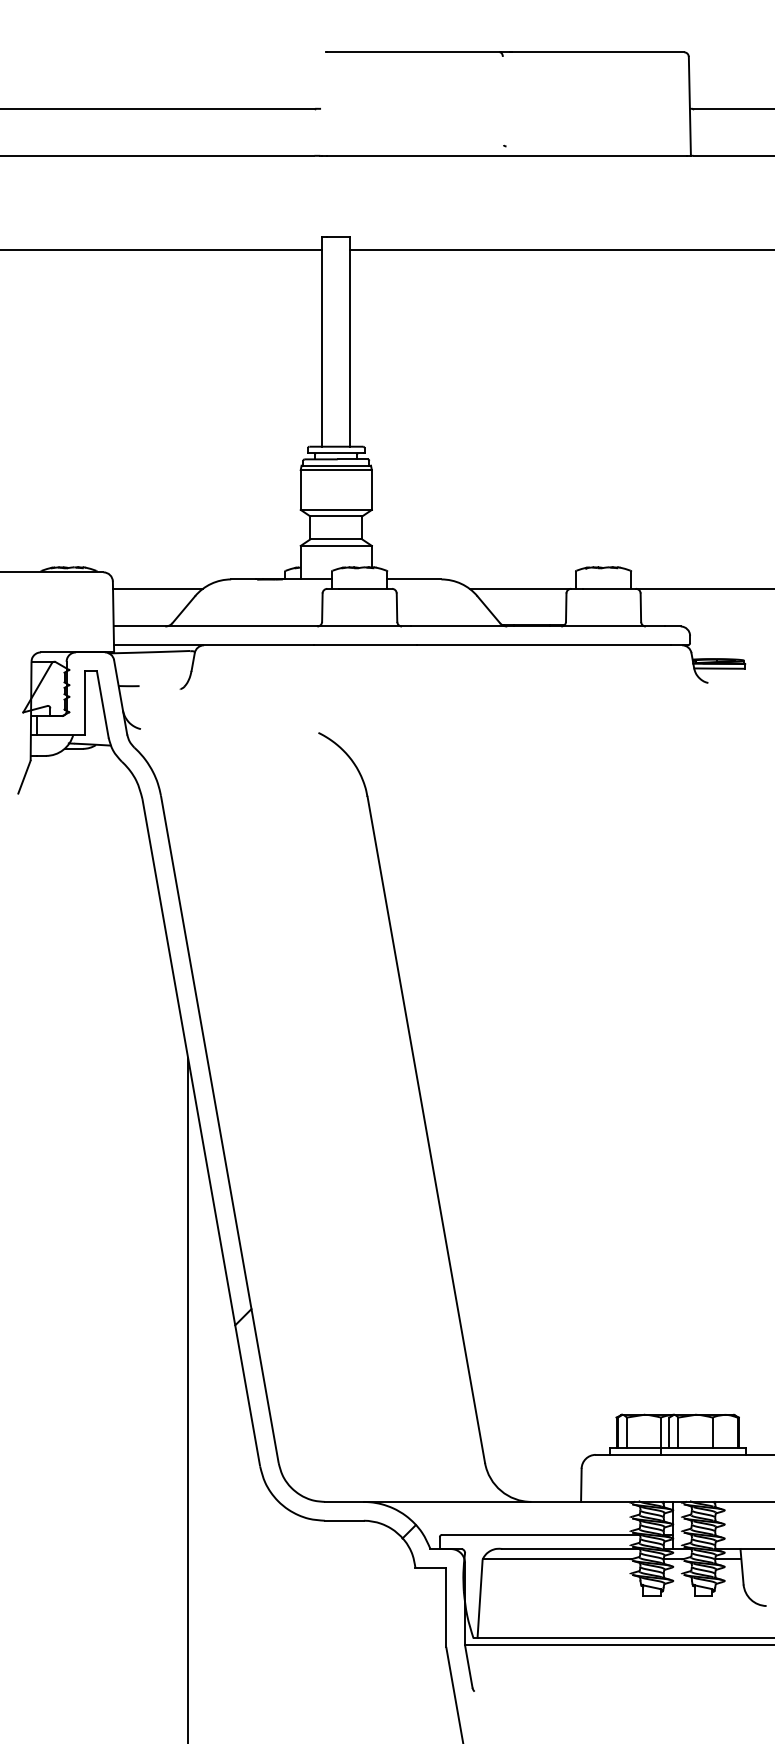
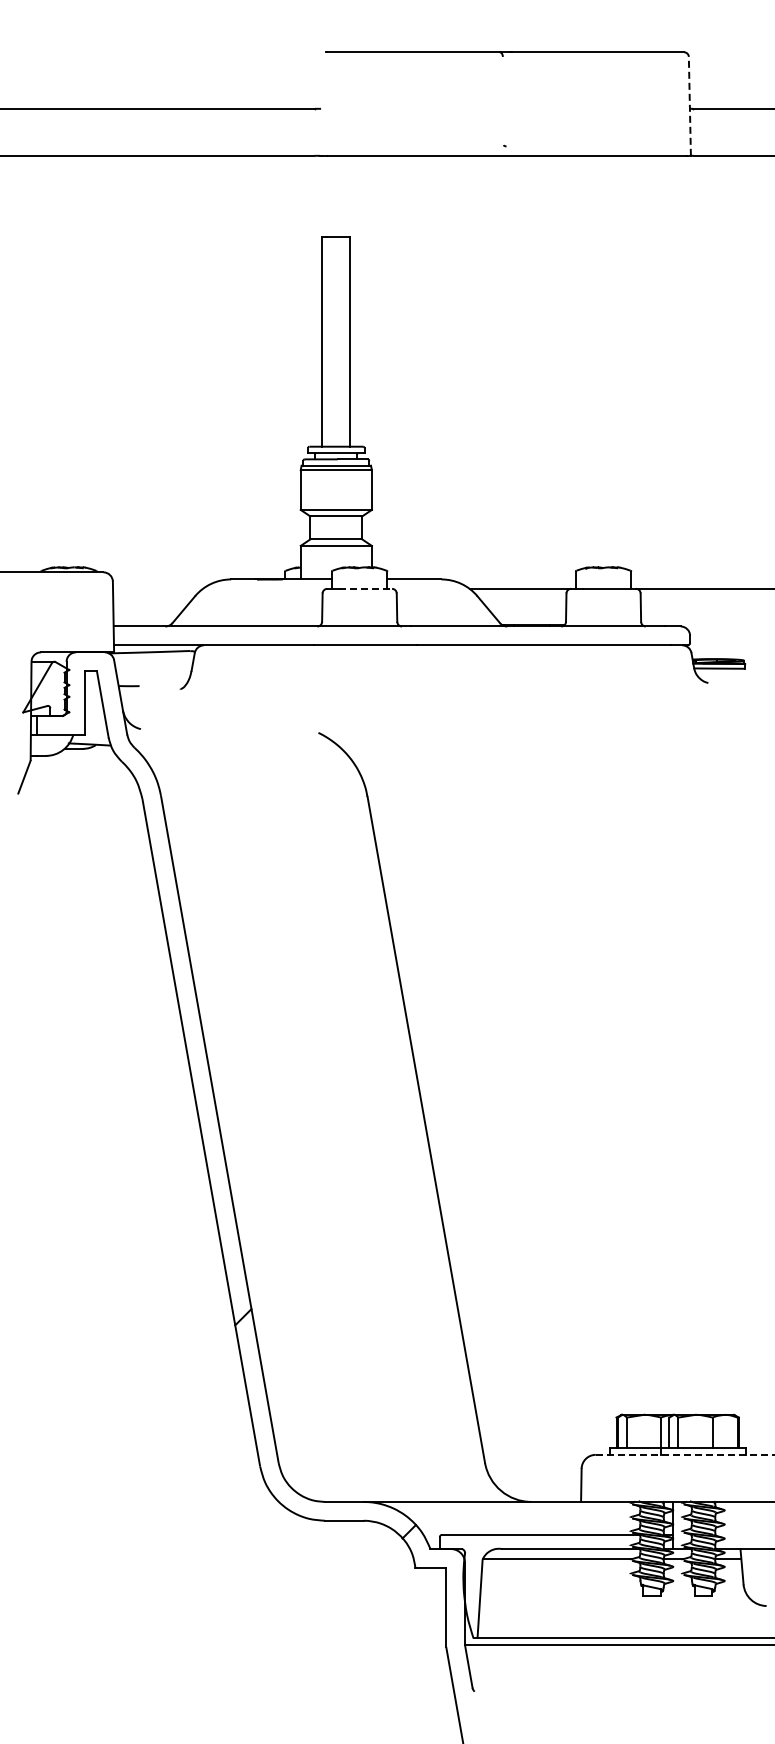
line at (689, 105): solid -> dashed
line at (162, 249): present -> none
line at (560, 249): present -> none
line at (157, 588): present -> none
line at (365, 588): solid -> dashed
line at (188, 1398): present -> none
line at (685, 1454): solid -> dashed
